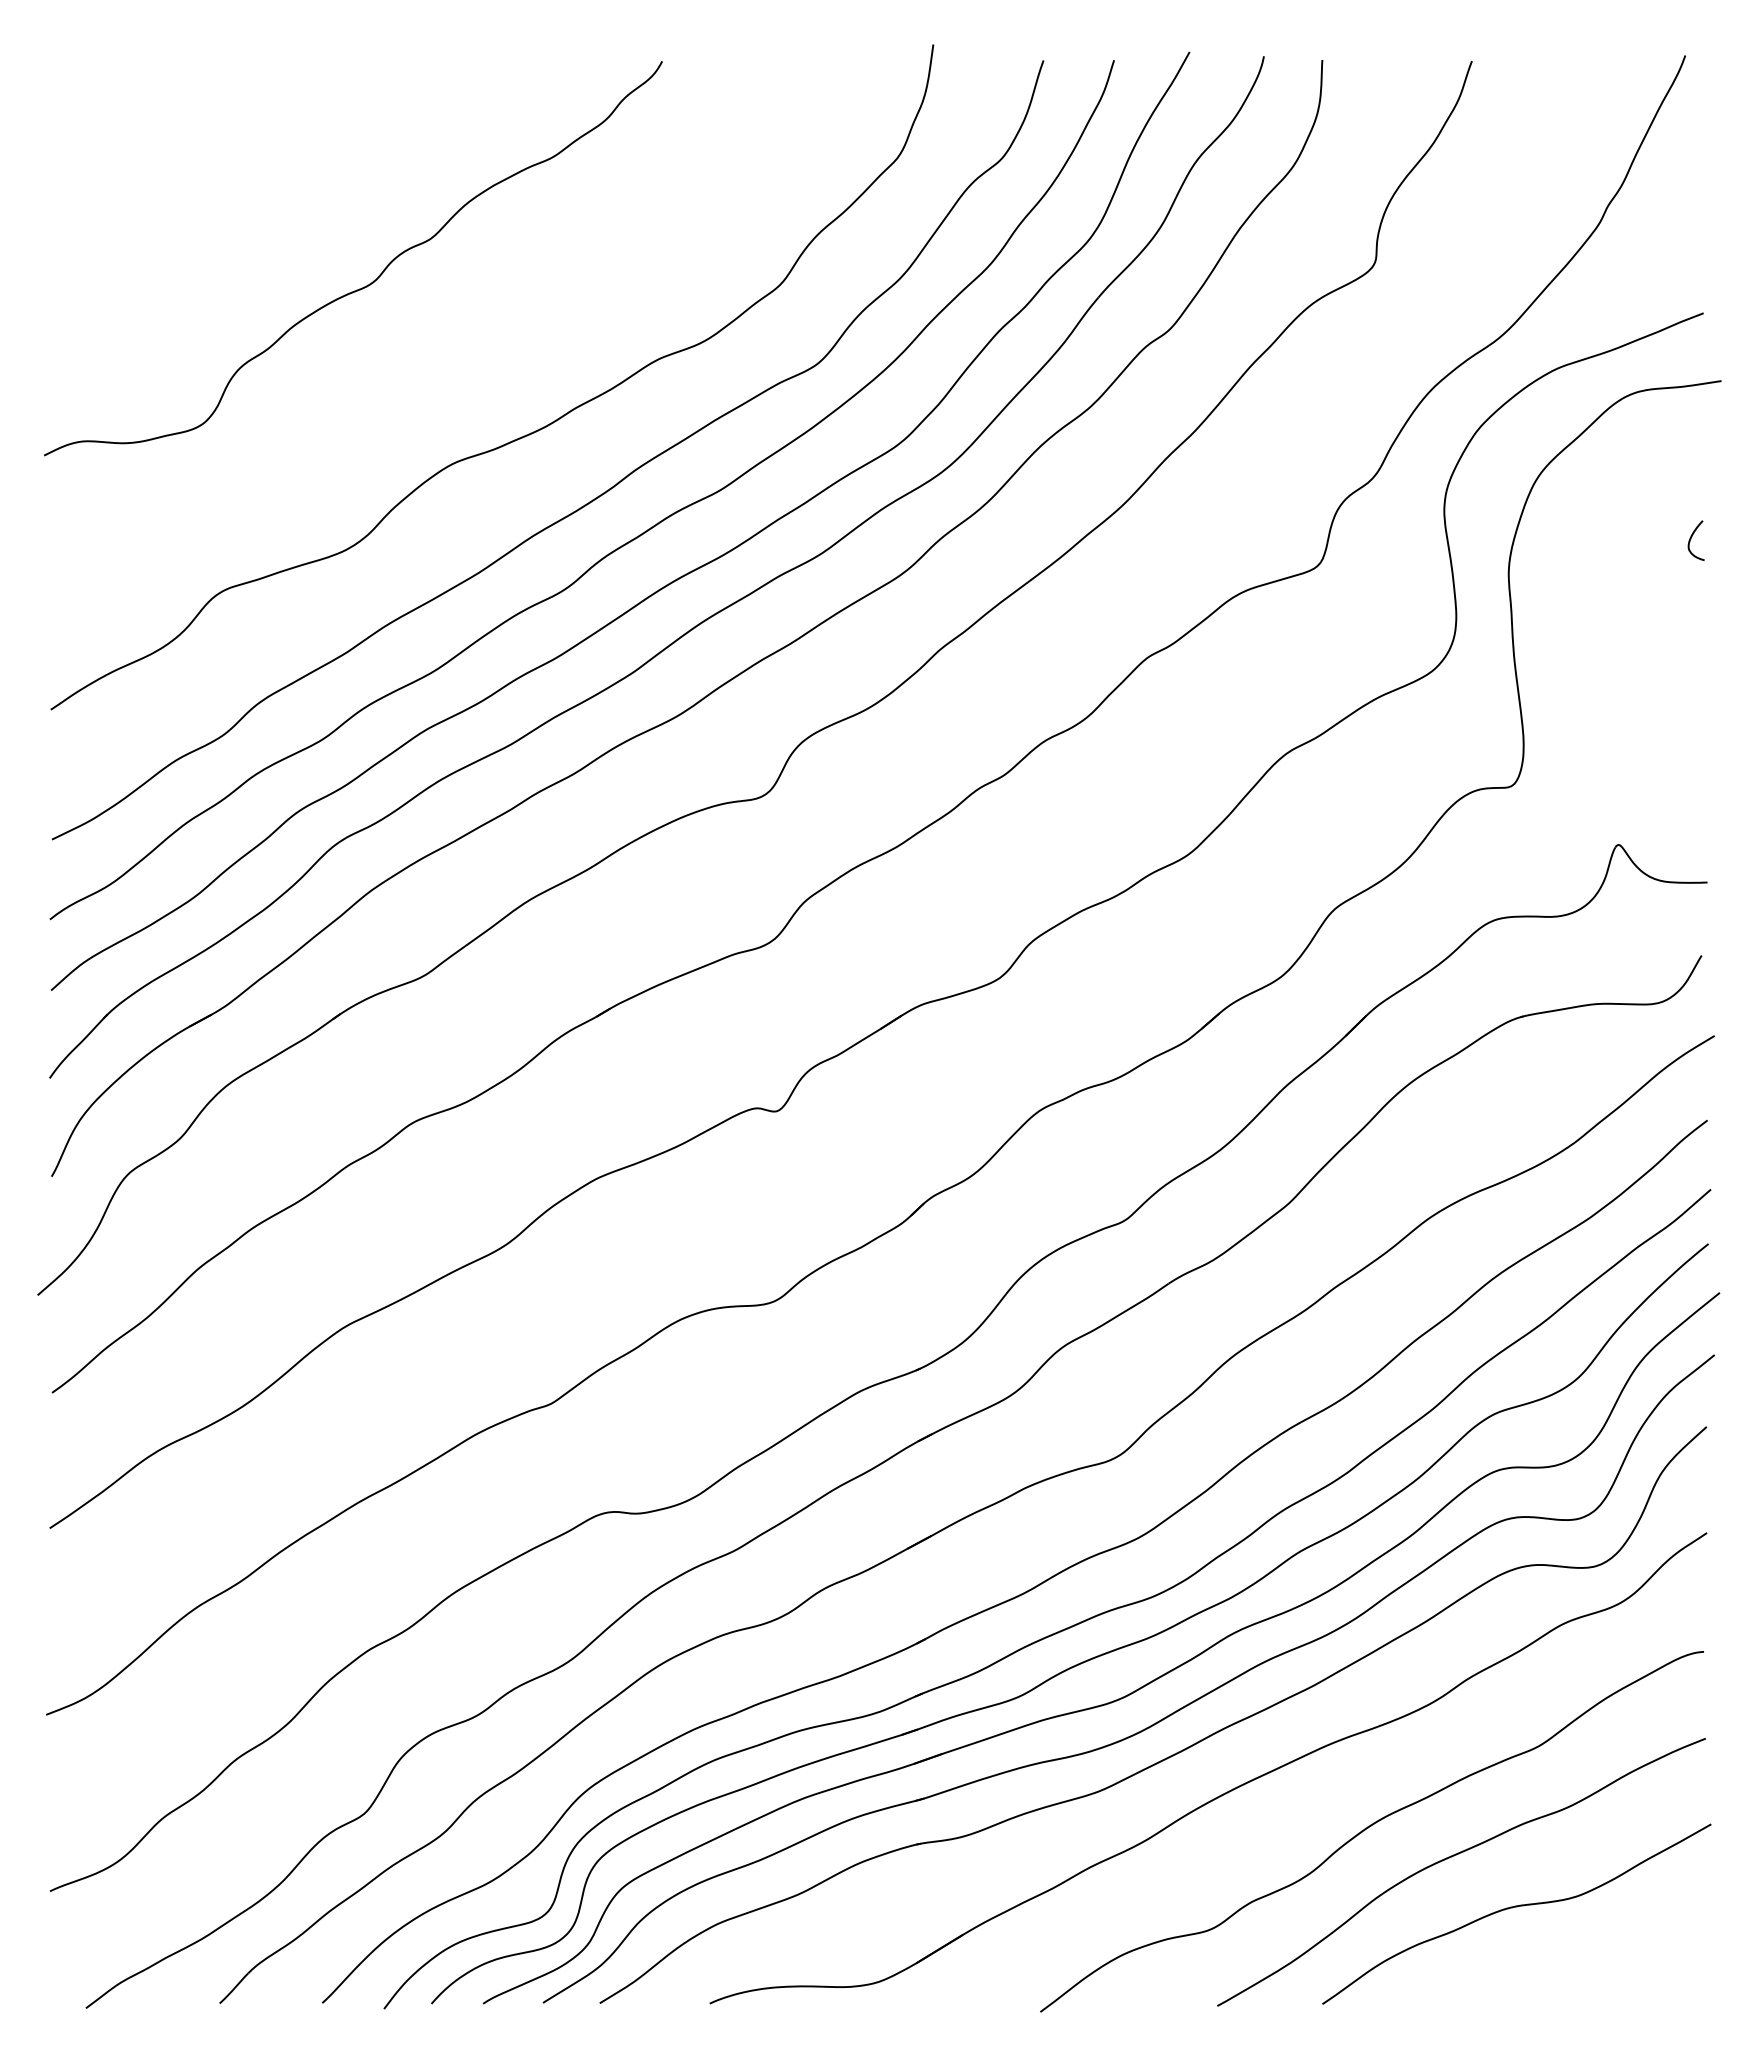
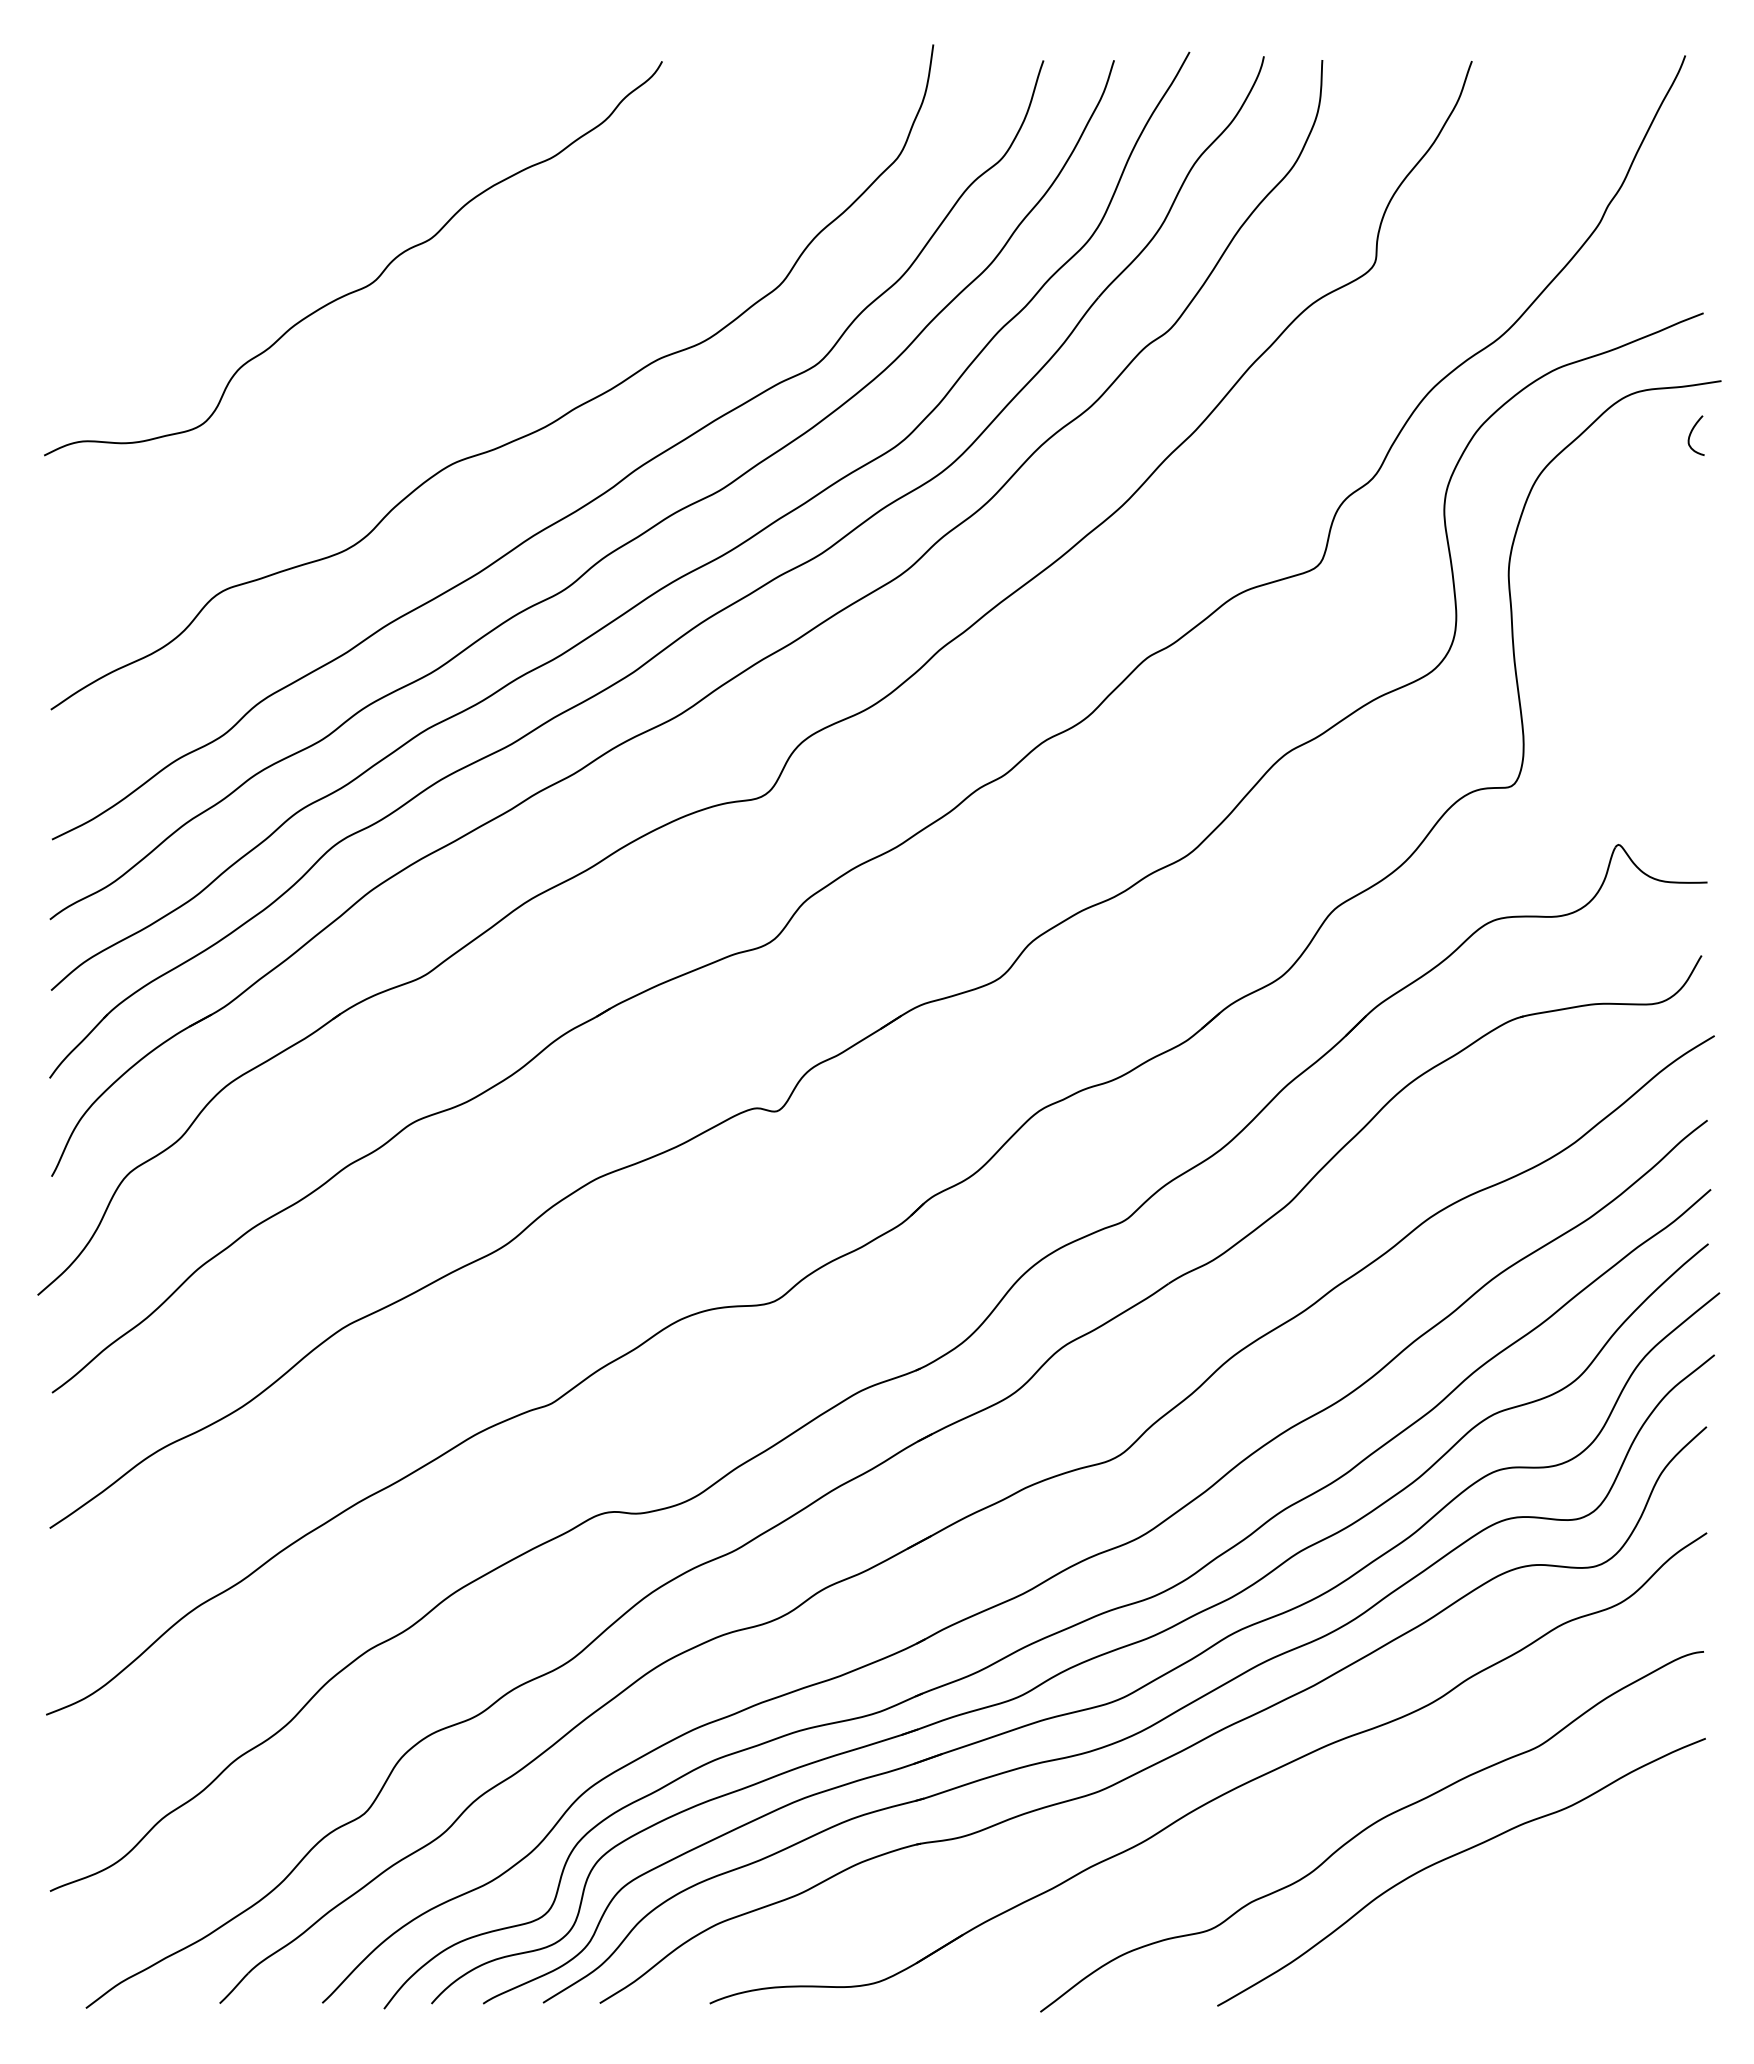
curve at (1691, 539) position: (1691, 539) -> (1691, 434)
curve at (1516, 1907): present -> none
